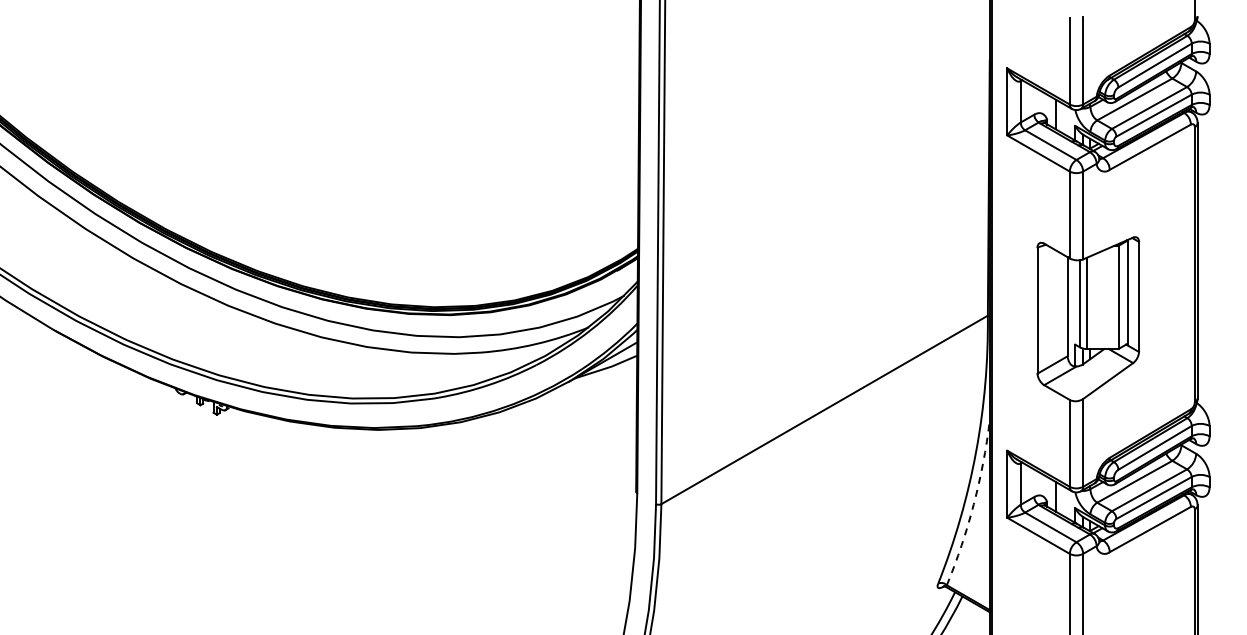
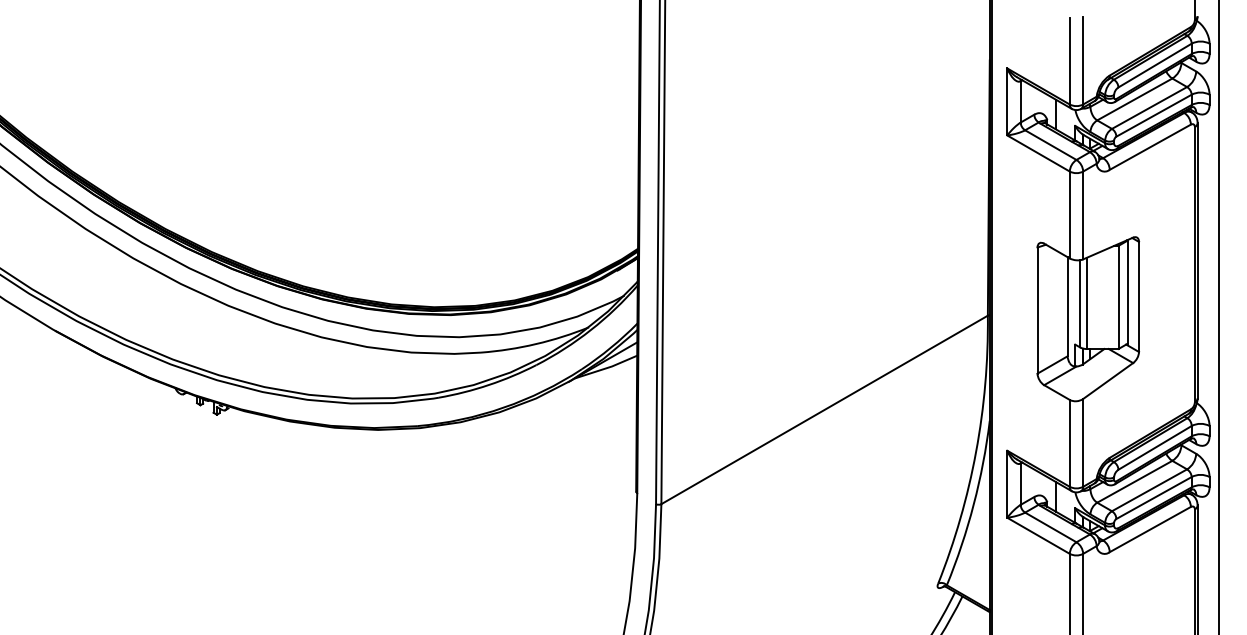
line at (1218, 316): none -> present
arc at (973, 504): dashed -> solid
